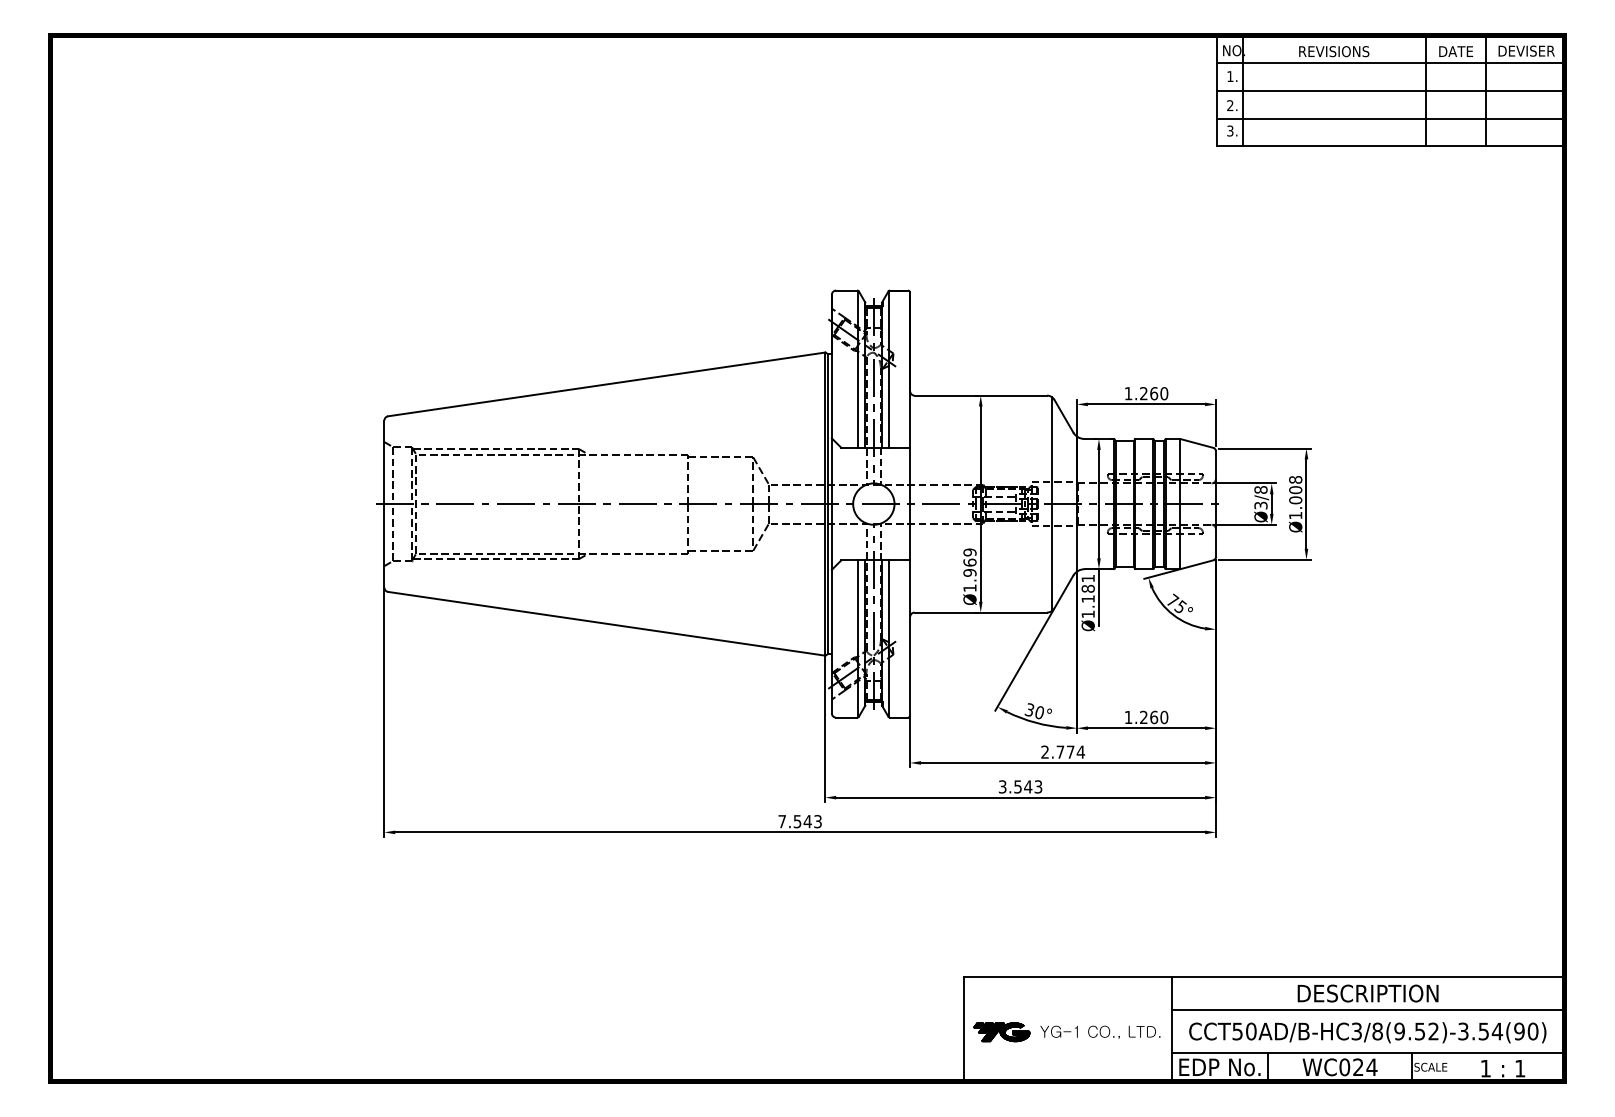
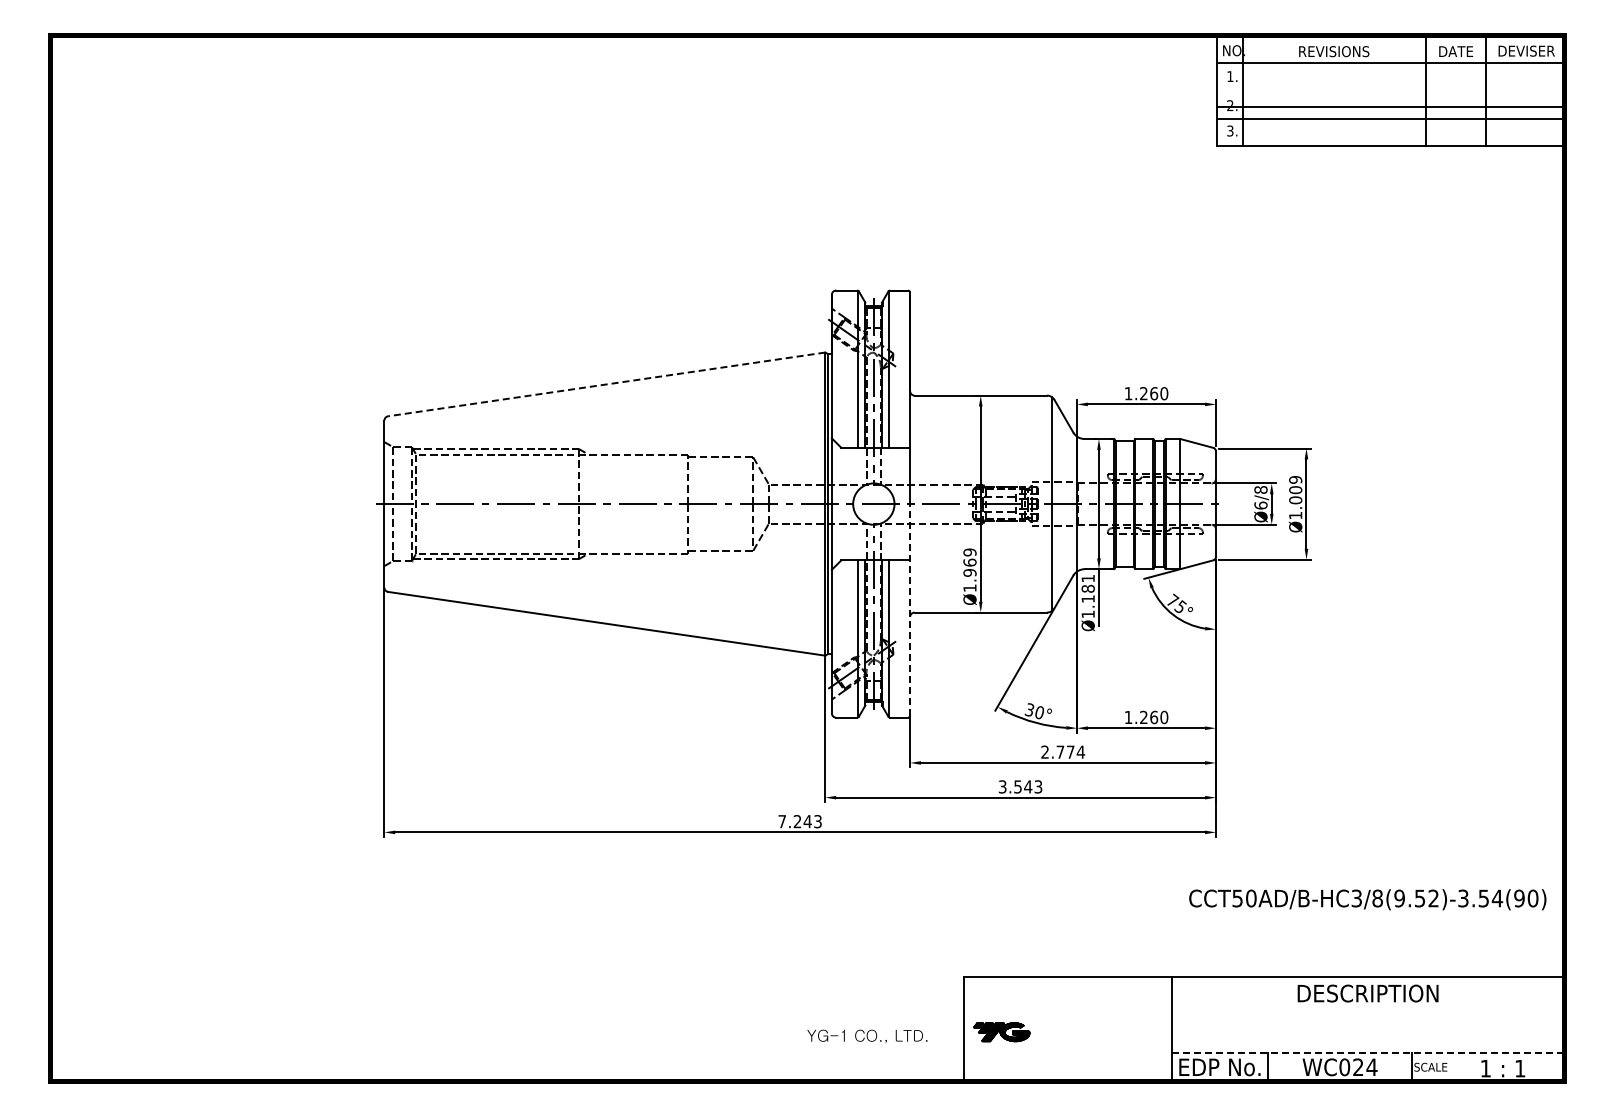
line at (1390, 91) position: (1390, 91) -> (1390, 107)
line at (606, 384): solid -> dashed
text at (1295, 479): Ø1.008 -> Ø1.009
text at (1260, 505): Ø3/8 -> Ø6/8
line at (910, 609): solid -> dashed
text at (797, 821): 7.543 -> 7.243
line at (1367, 1009): present -> none
text at (1100, 1031) position: (1100, 1031) -> (867, 1035)
text at (1367, 1032) position: (1367, 1032) -> (1367, 899)
line at (1367, 1053): solid -> dashed
